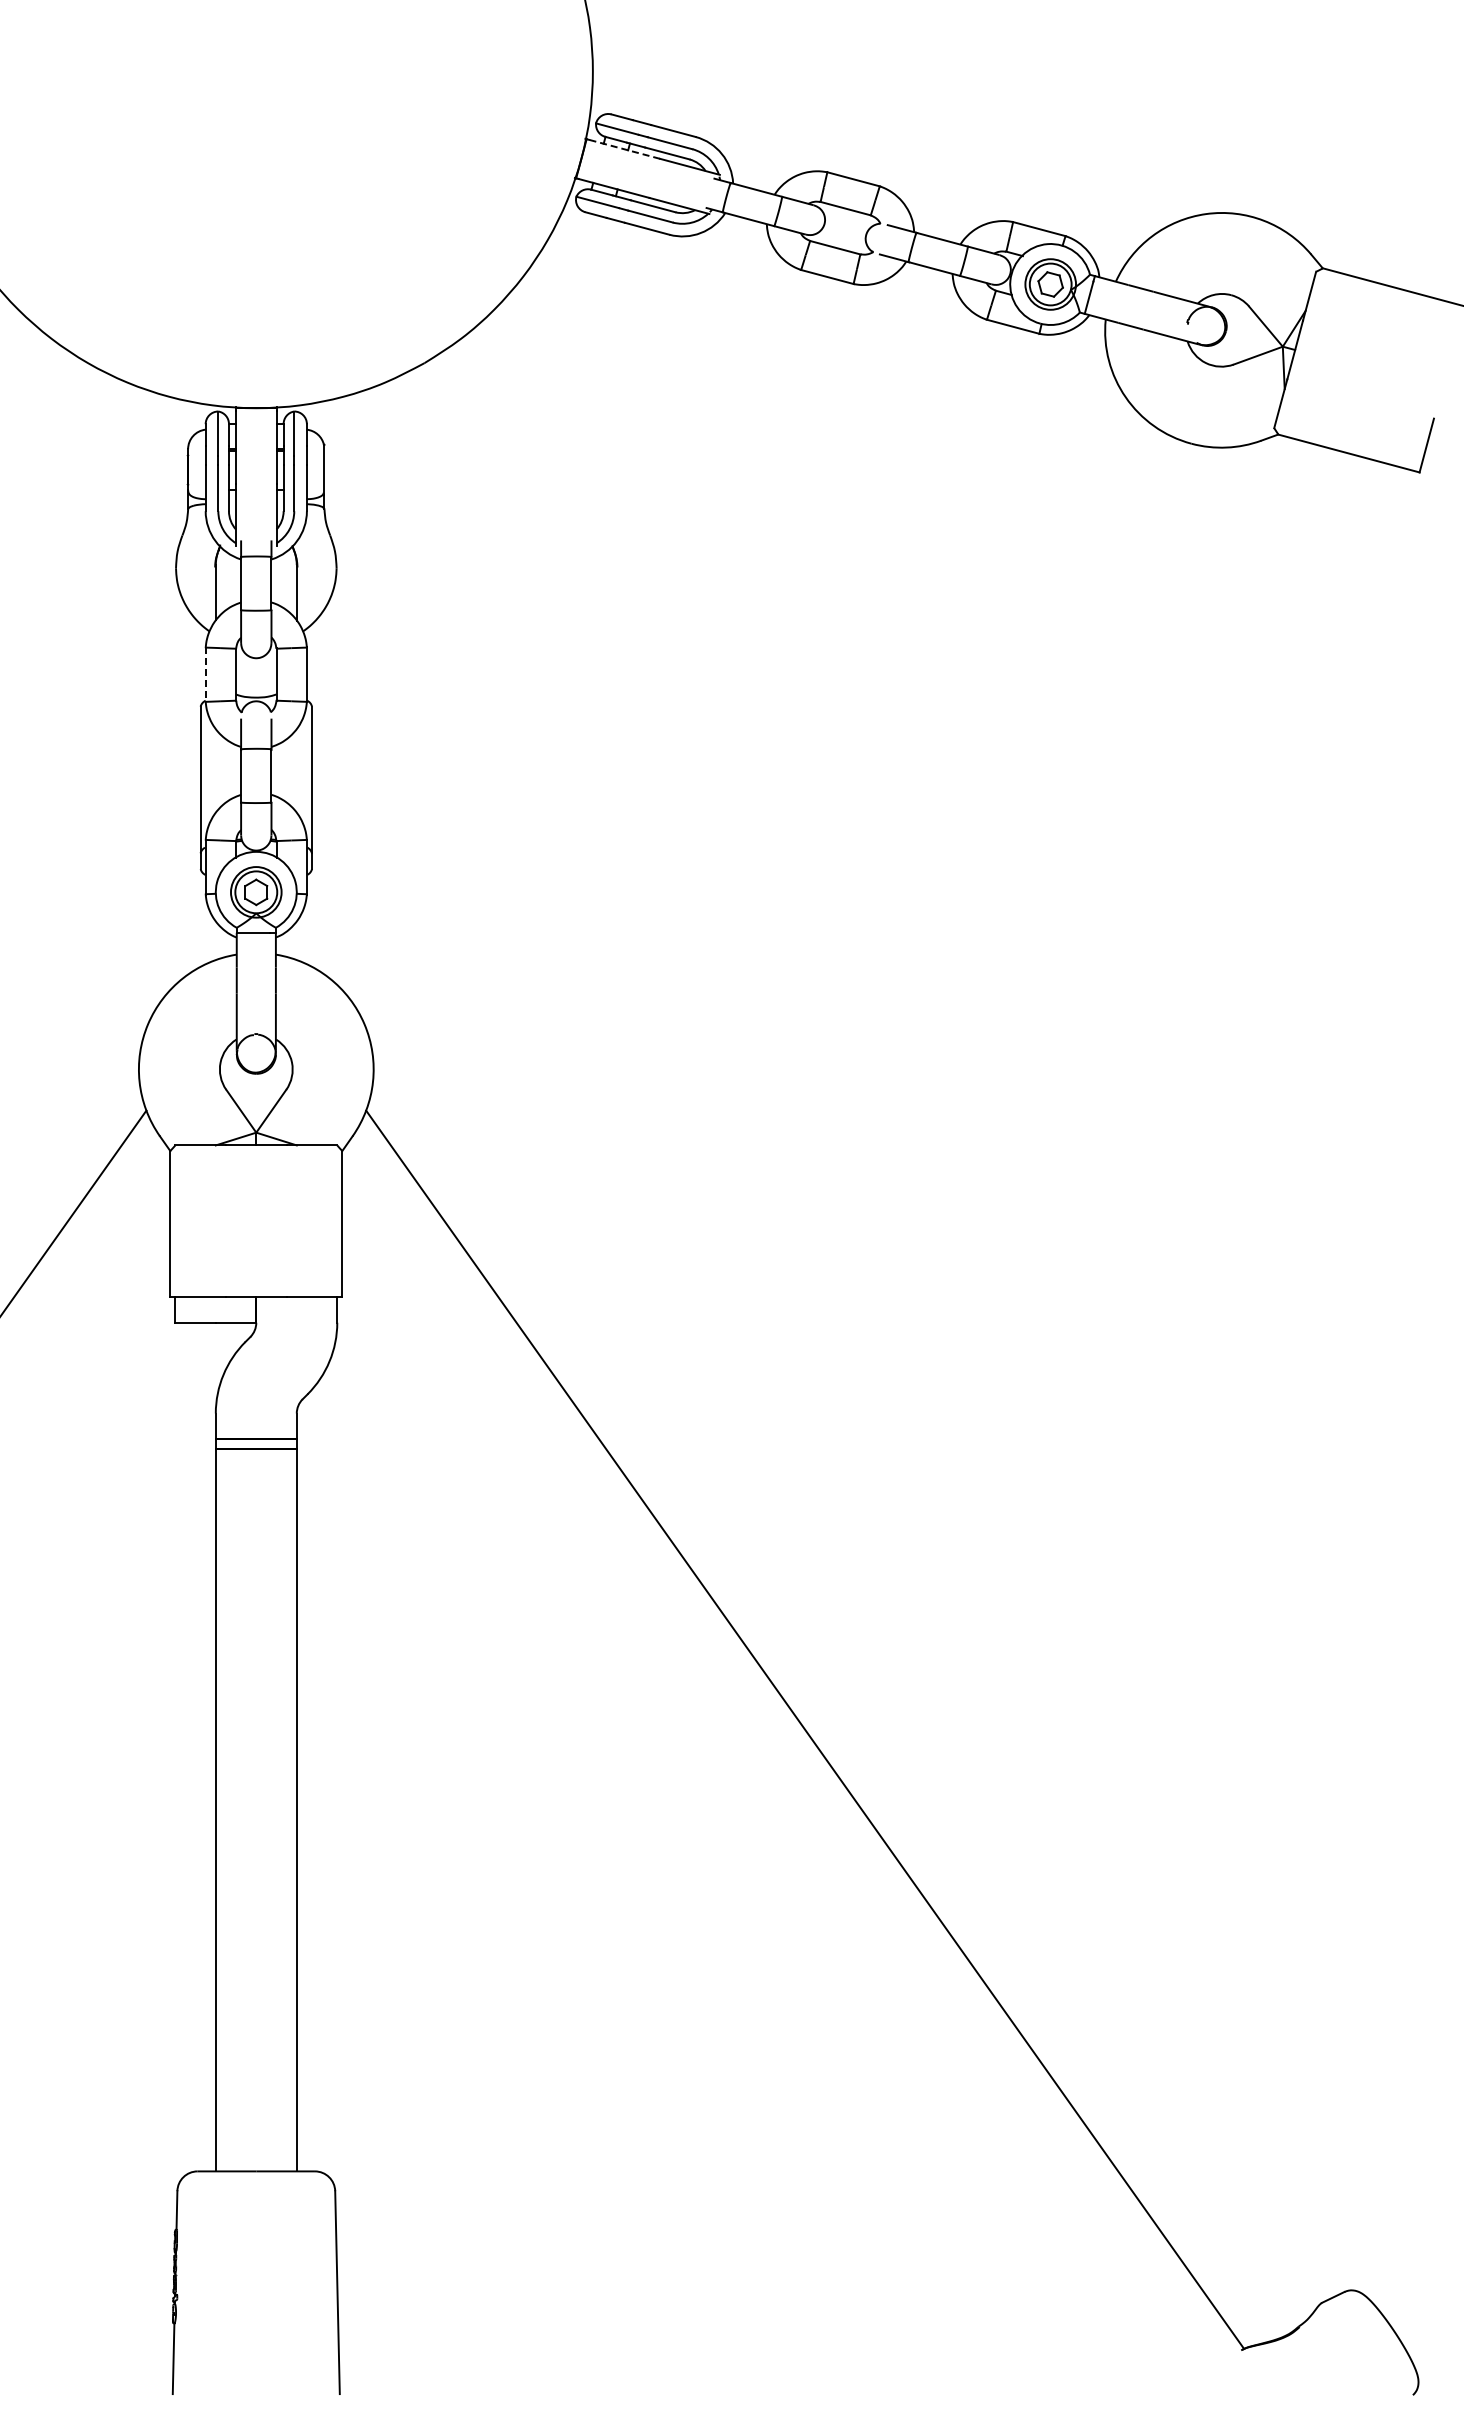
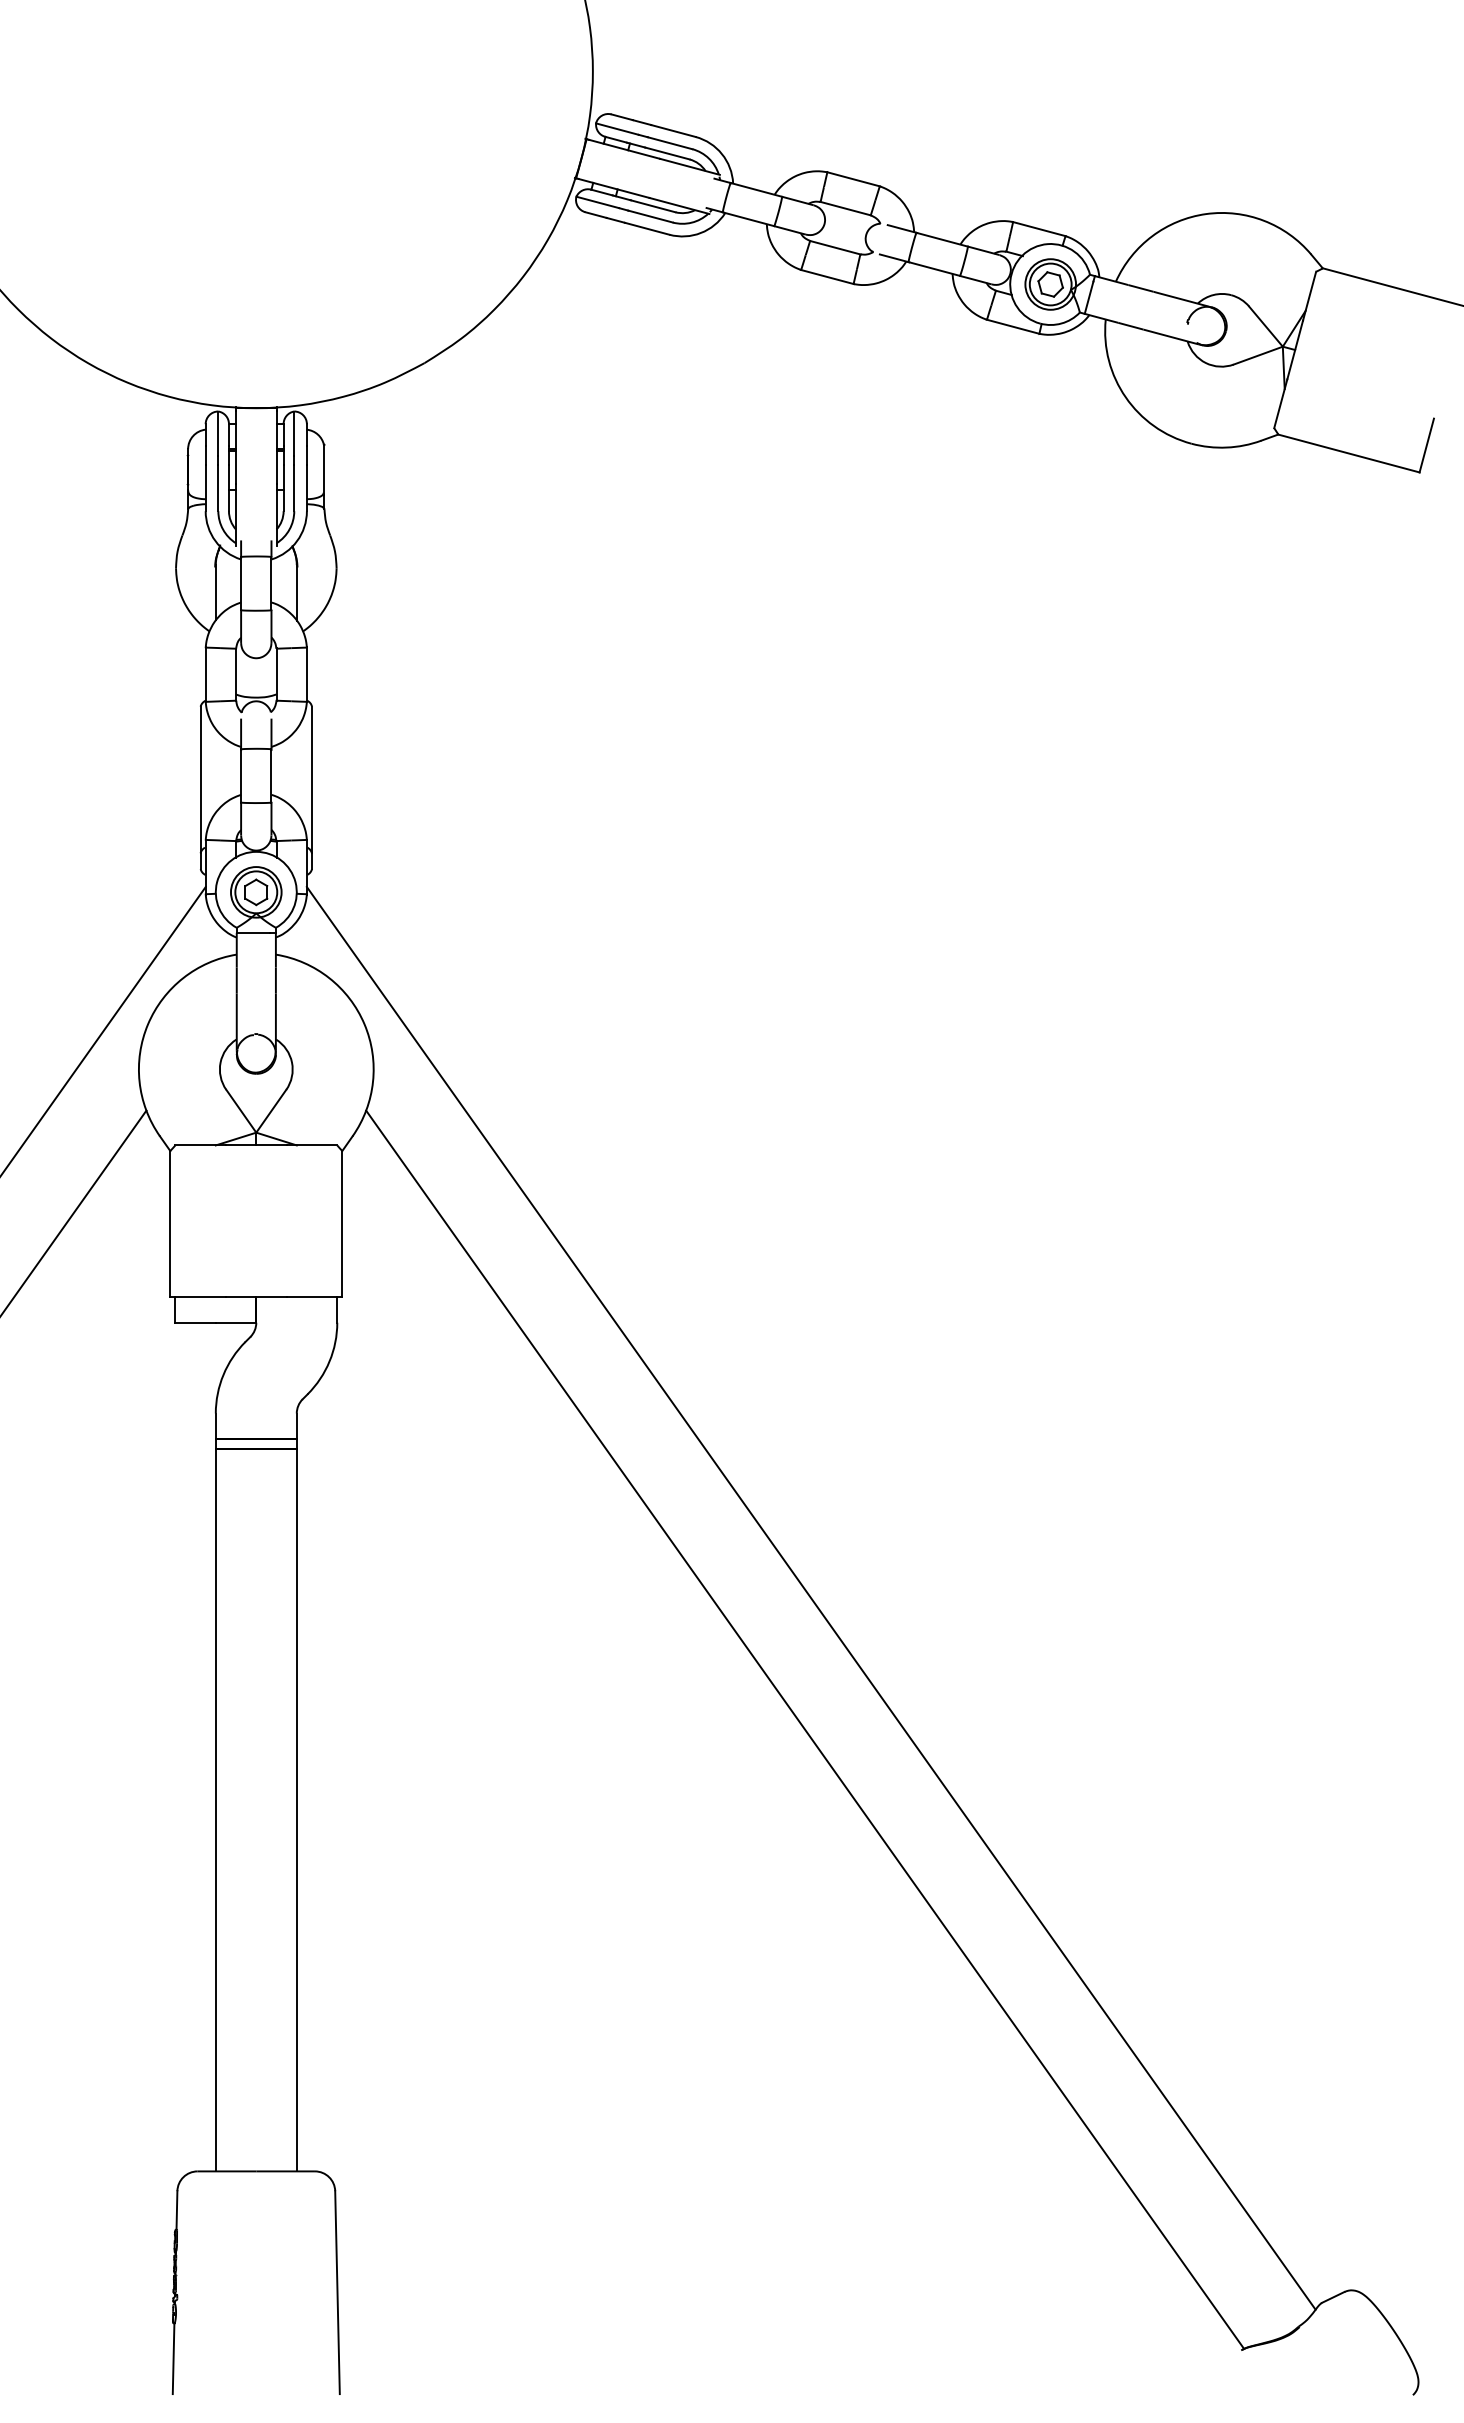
line at (624, 149): dashed -> solid
line at (205, 675): dashed -> solid
line at (103, 1030): none -> present
line at (810, 1597): none -> present
